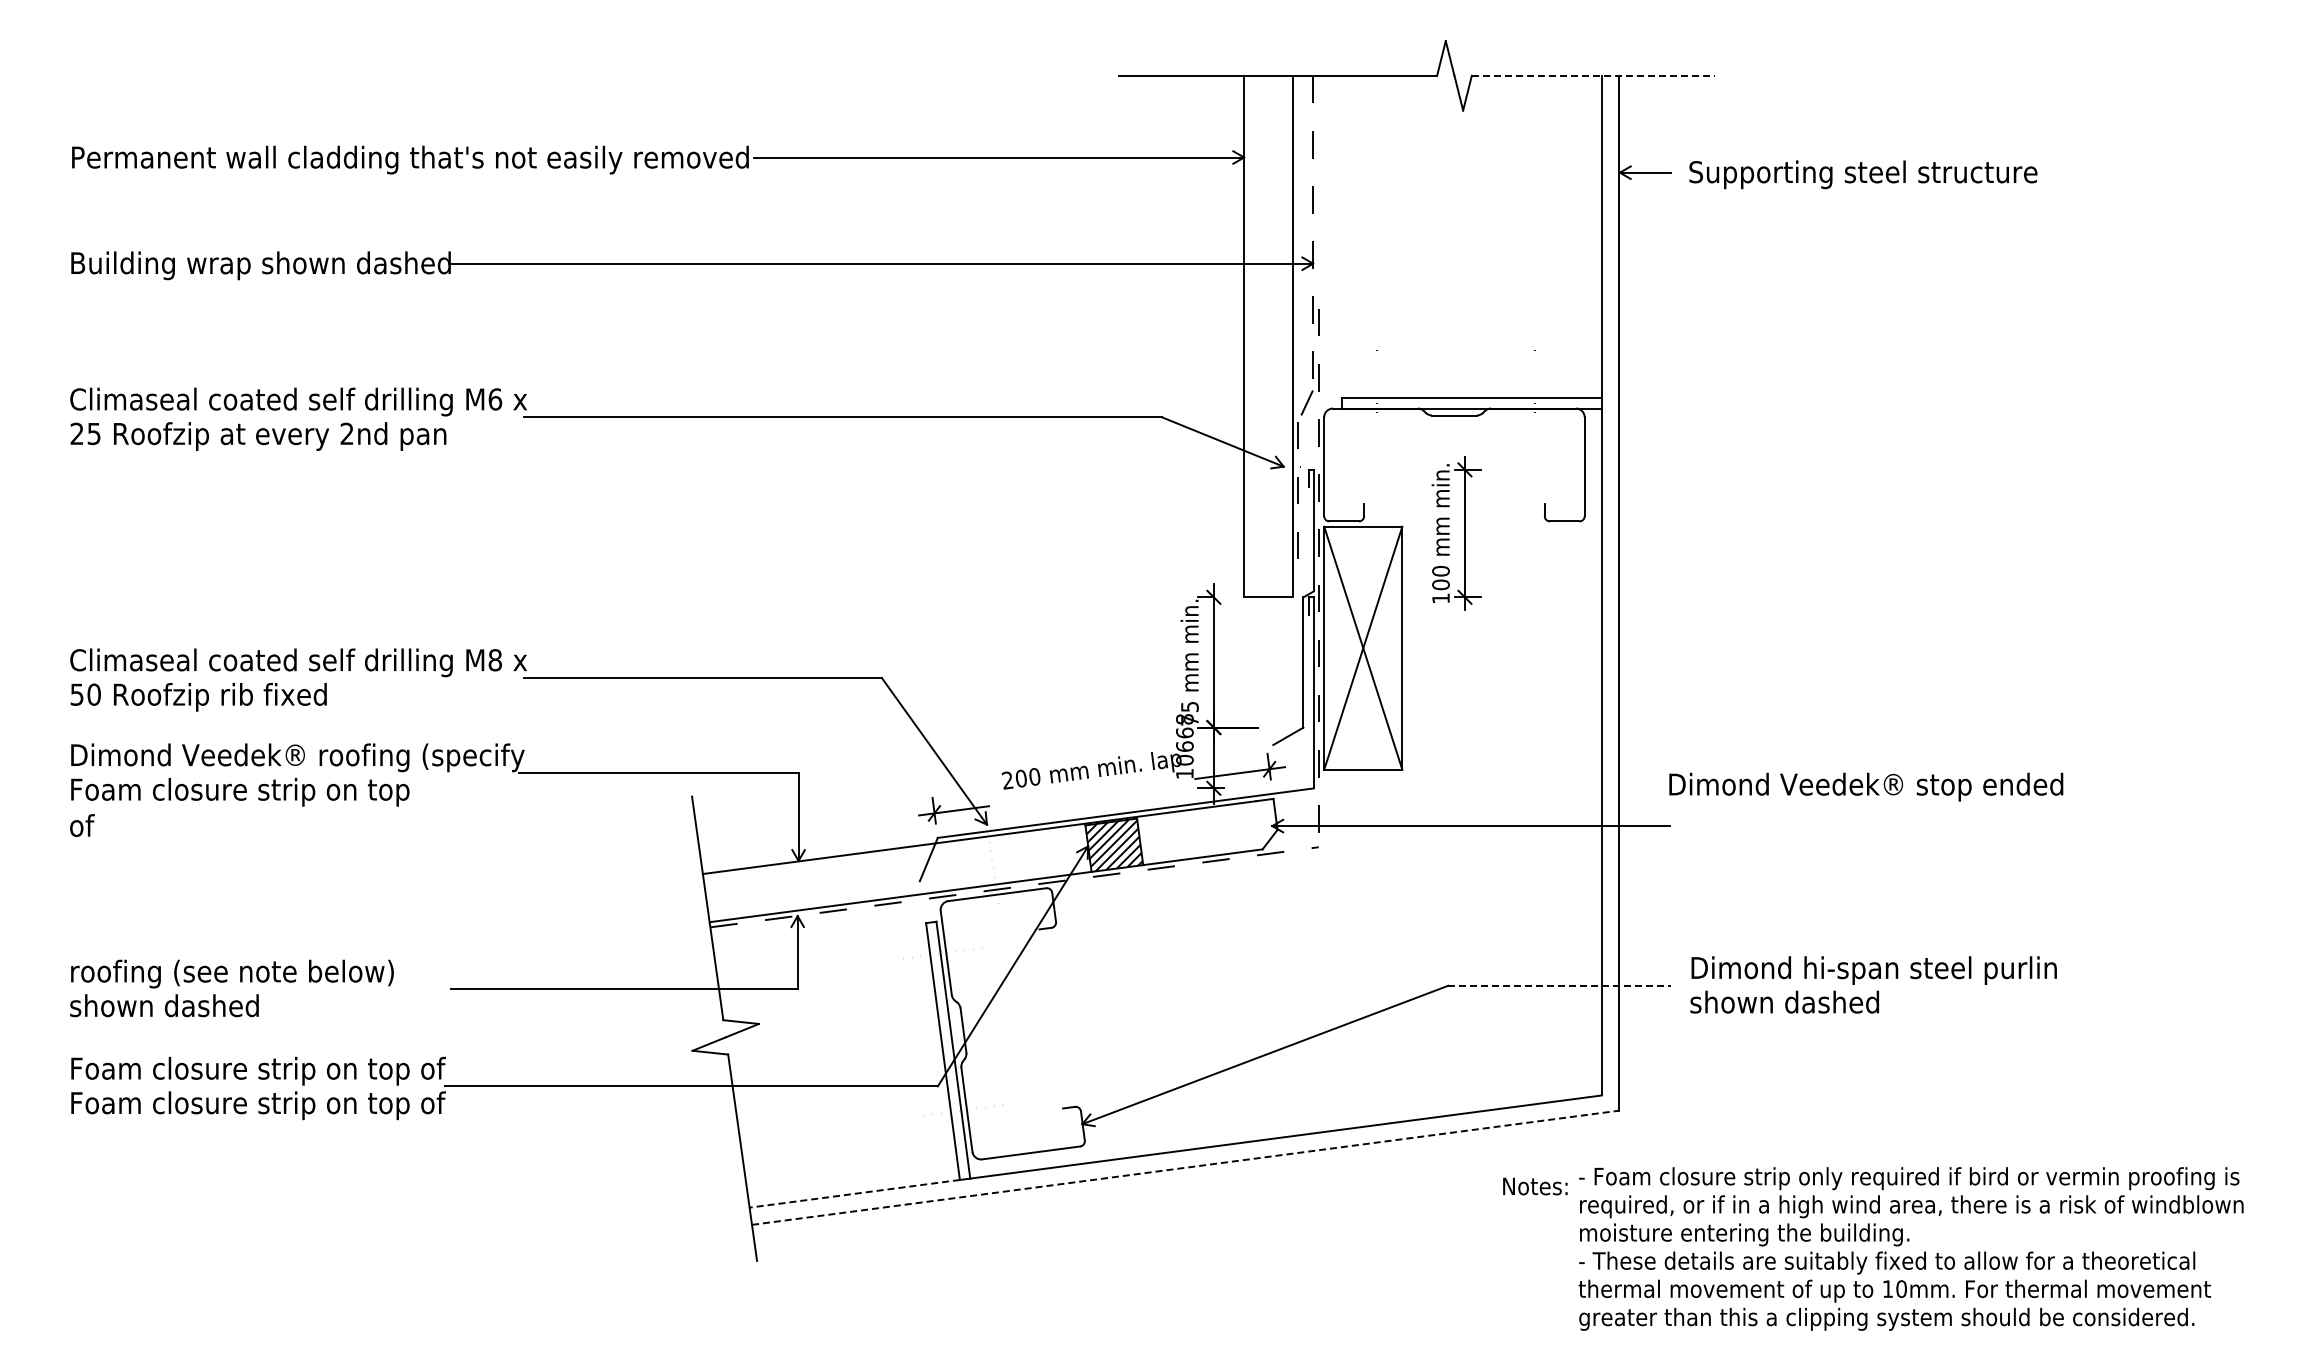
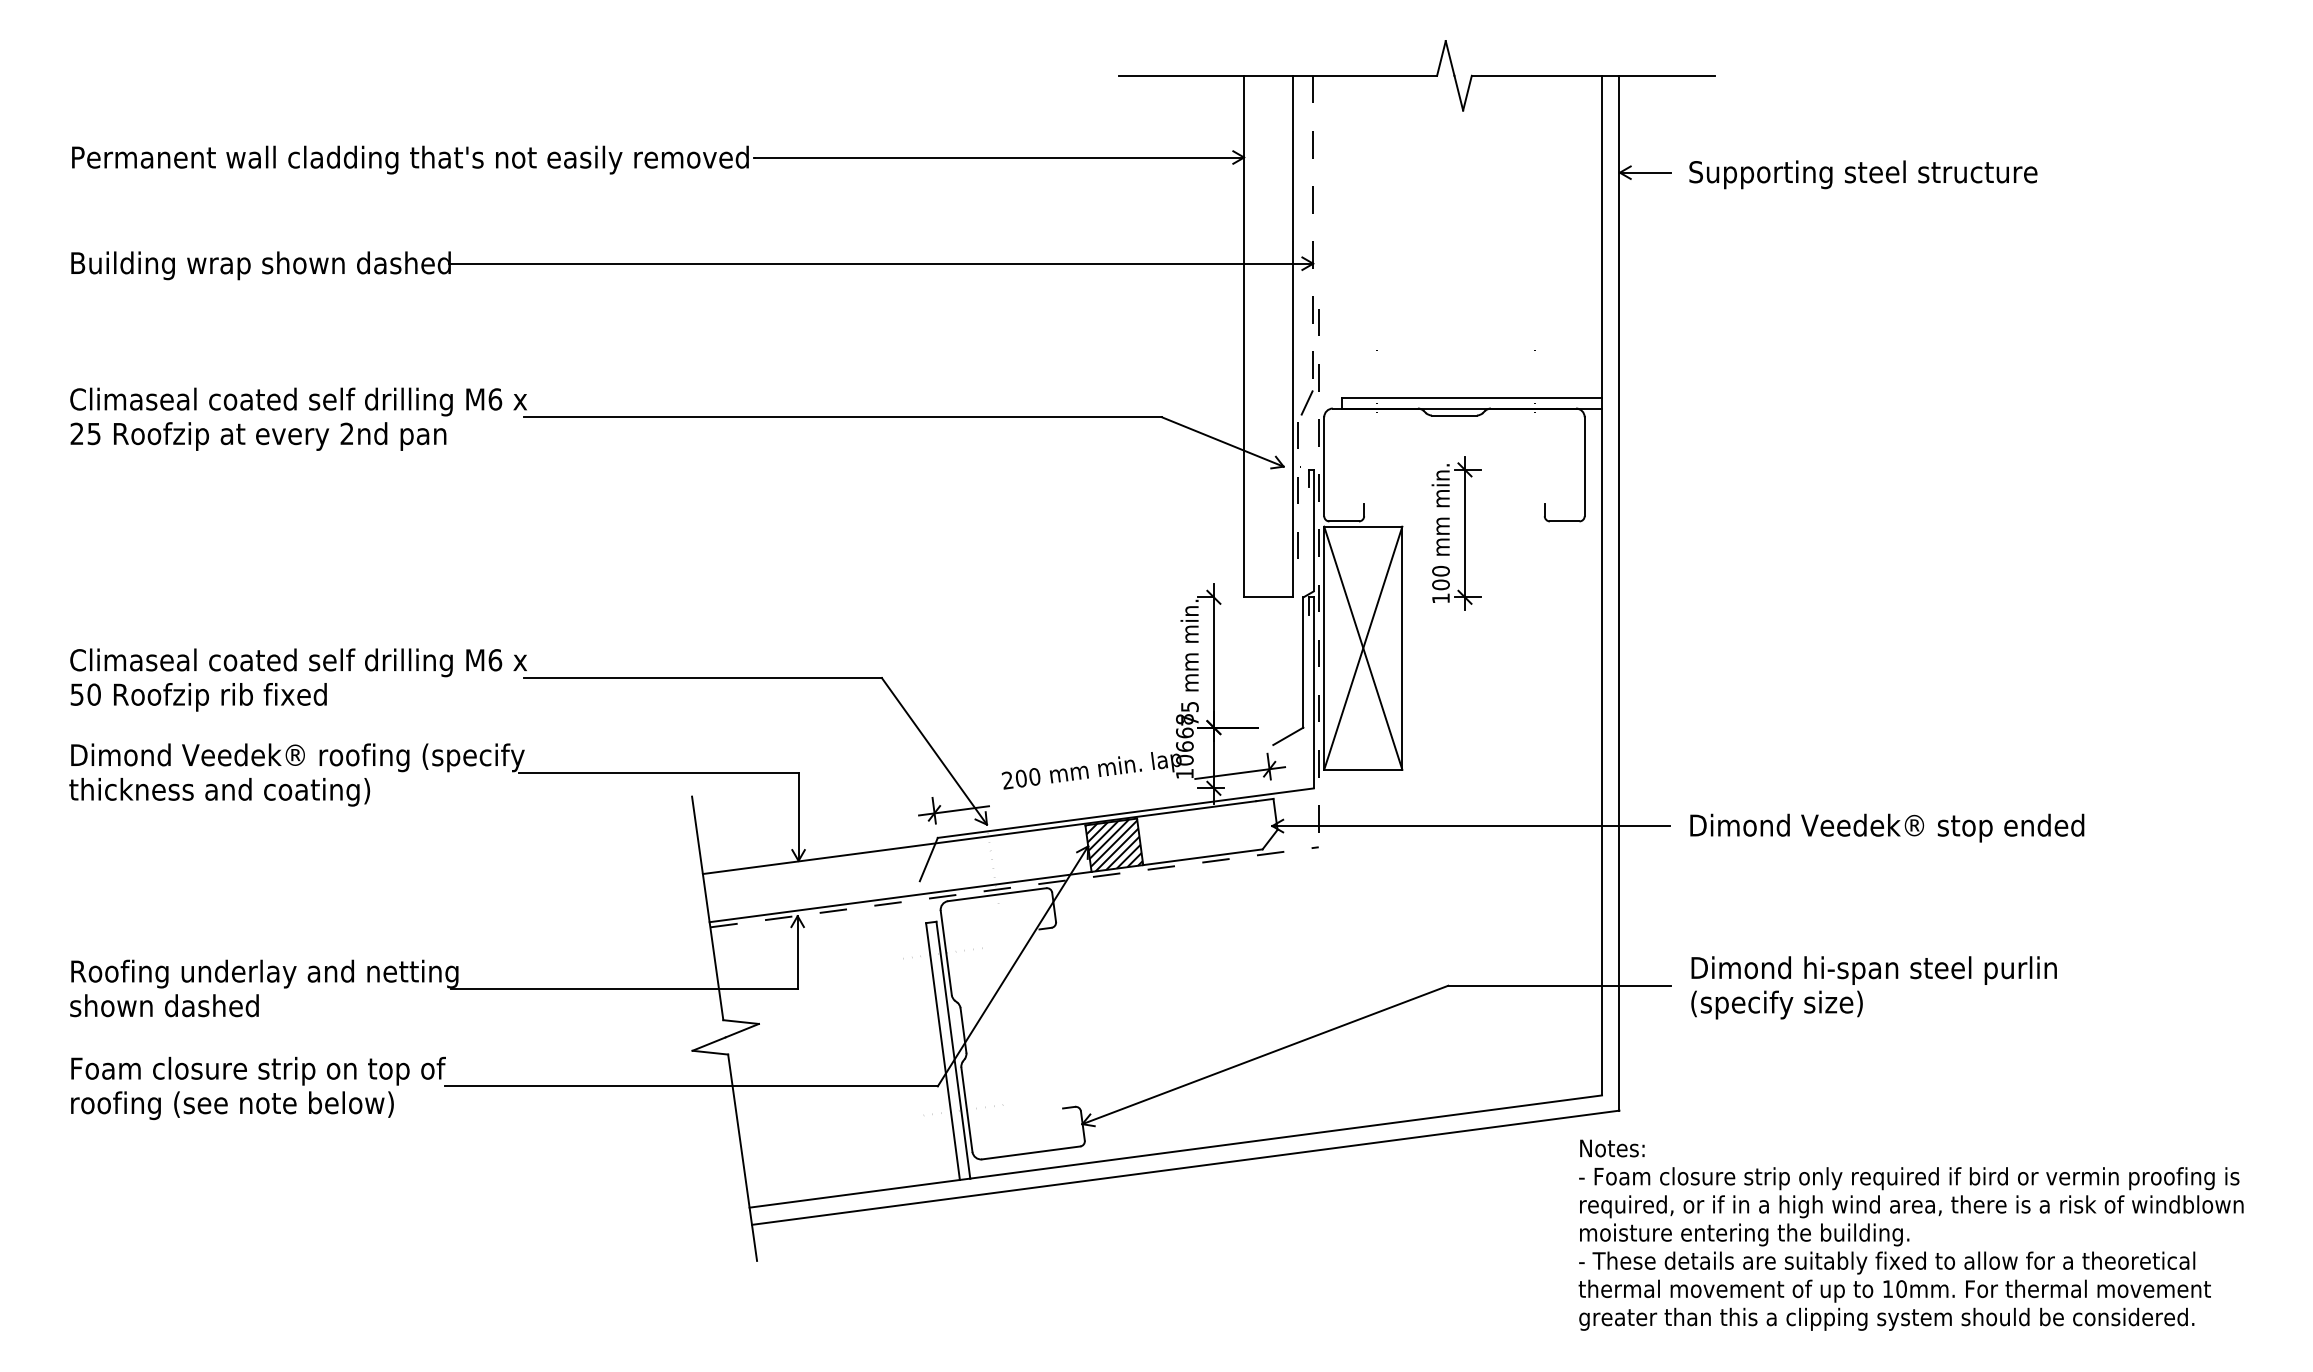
line at (1593, 75): dashed -> solid
text at (495, 660): M8 -> M6
text at (1866, 786) position: (1866, 786) -> (1887, 827)
text at (239, 806): Foam closure strip on top of -> thickness and coating)
text at (264, 973): roofing (see note below) -> Roofing underlay and netting
line at (1560, 985): dashed -> solid
text at (1784, 1004): shown dashed -> (specify size)
text at (258, 1105): Foam closure strip on top of -> roofing (see note below)
line at (1186, 1167): dashed -> solid
text at (1535, 1186) position: (1535, 1186) -> (1612, 1148)
line at (854, 1193): dashed -> solid
